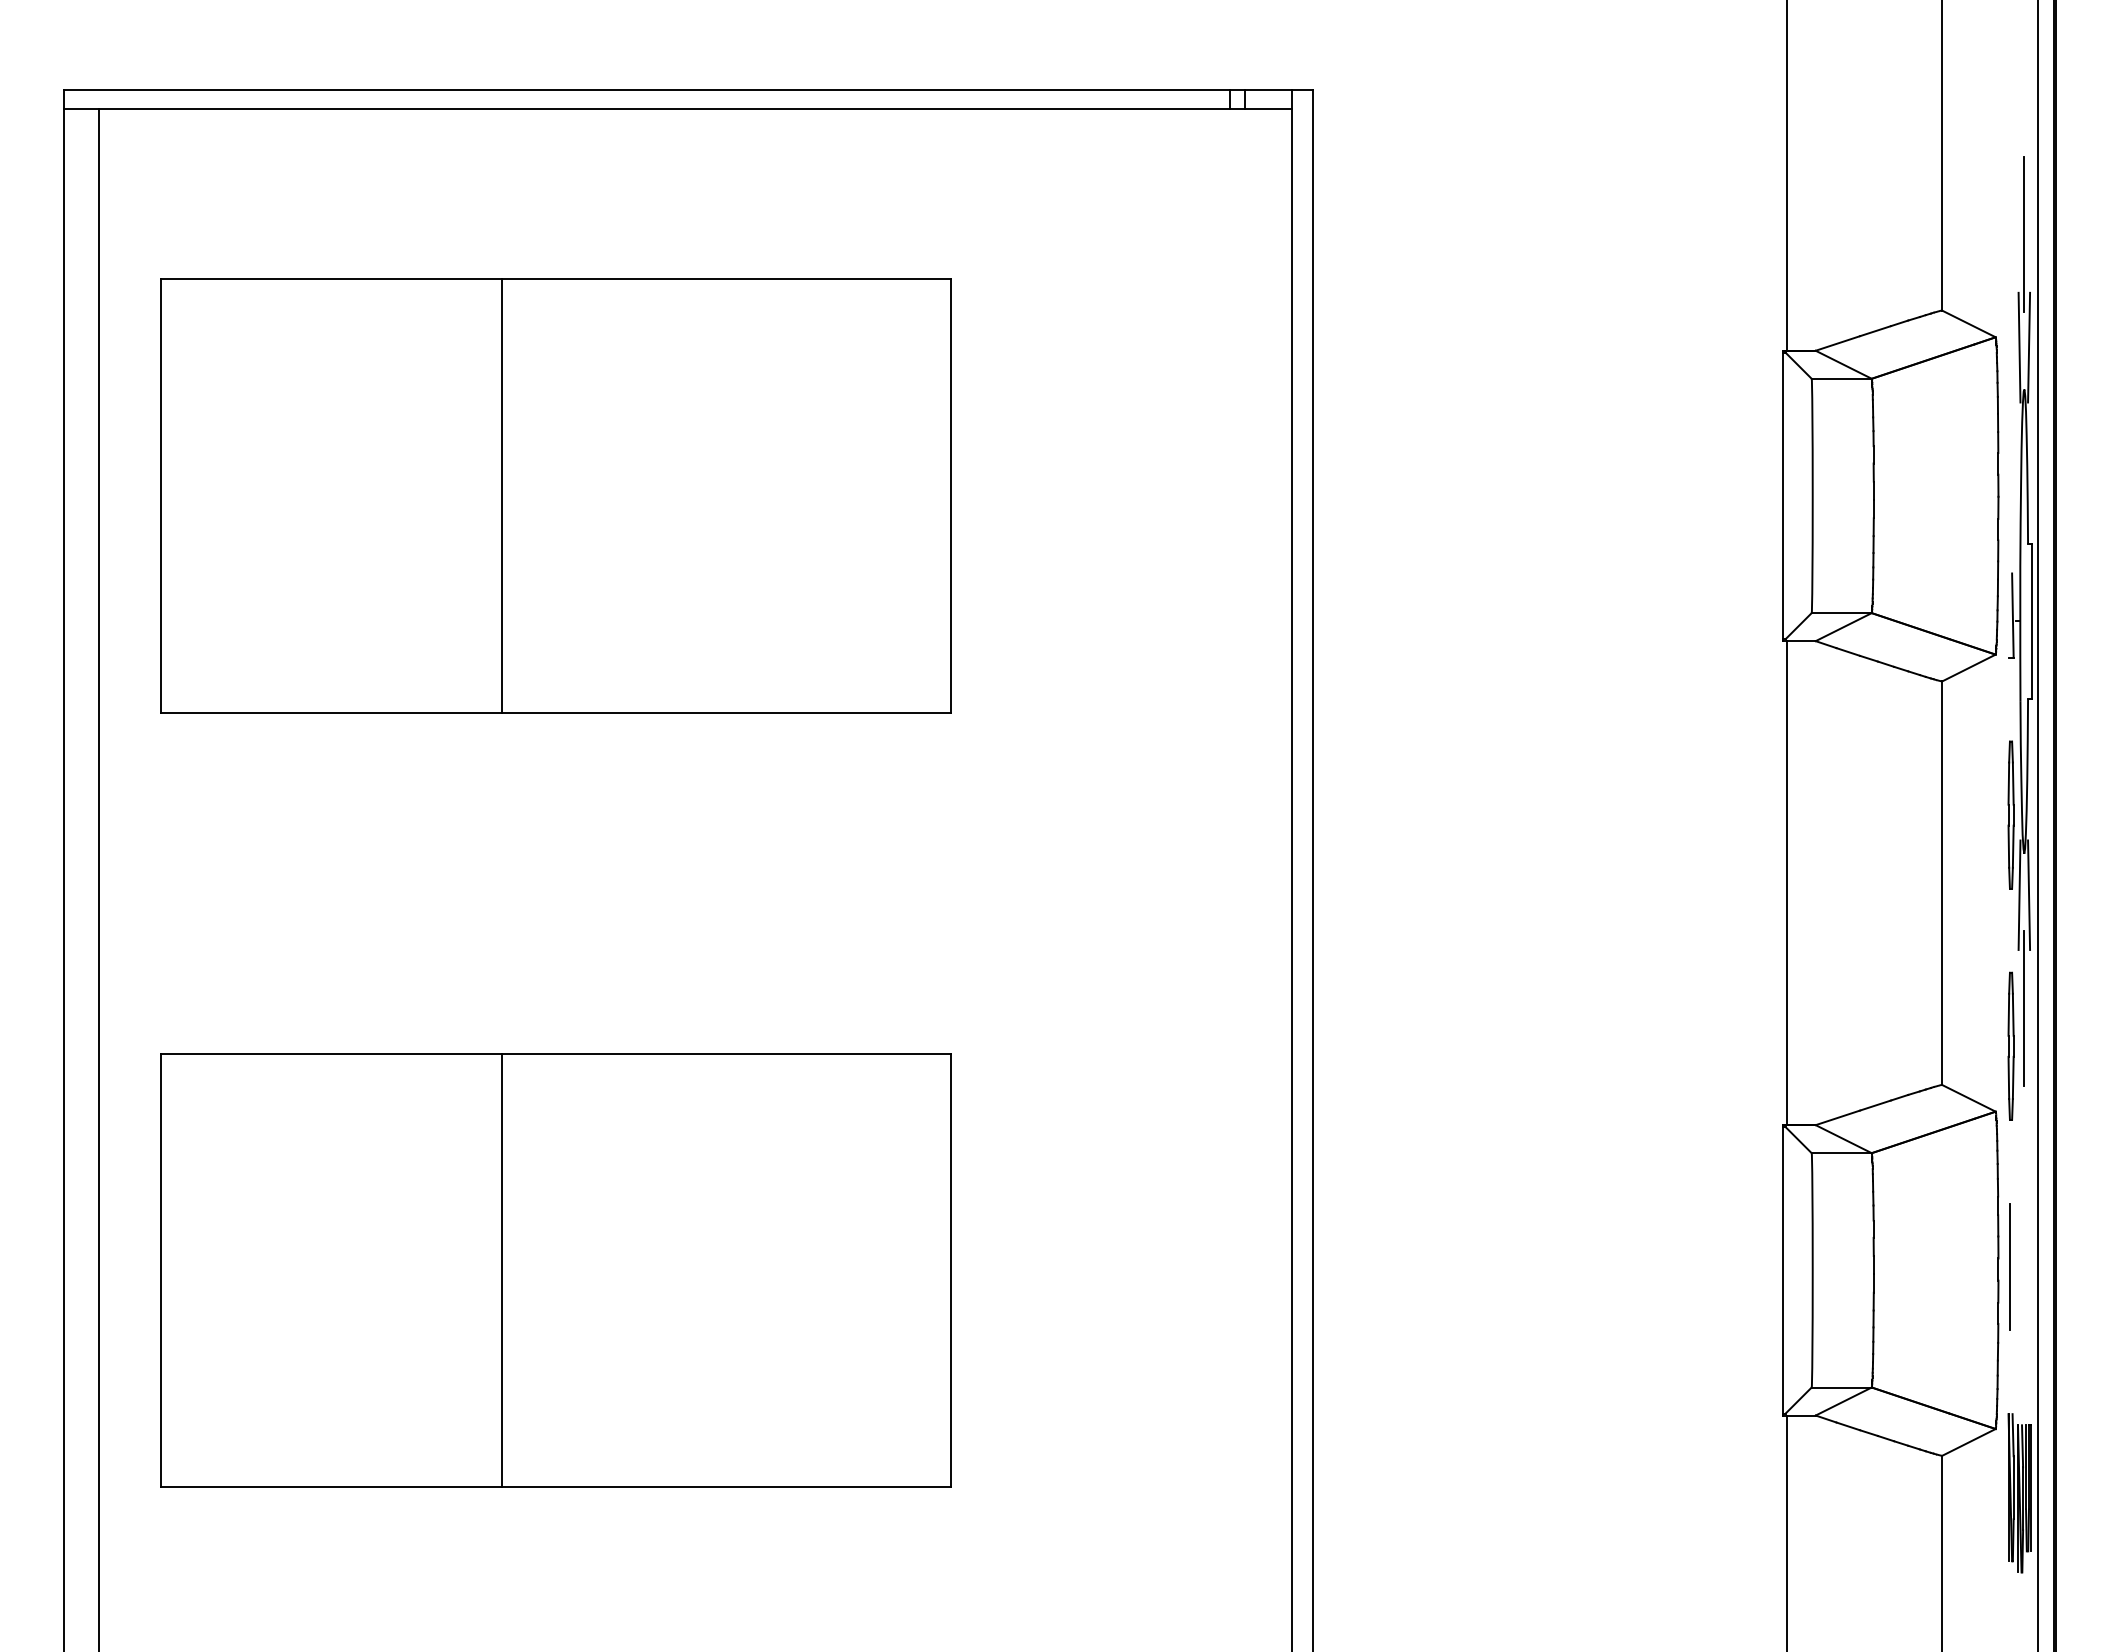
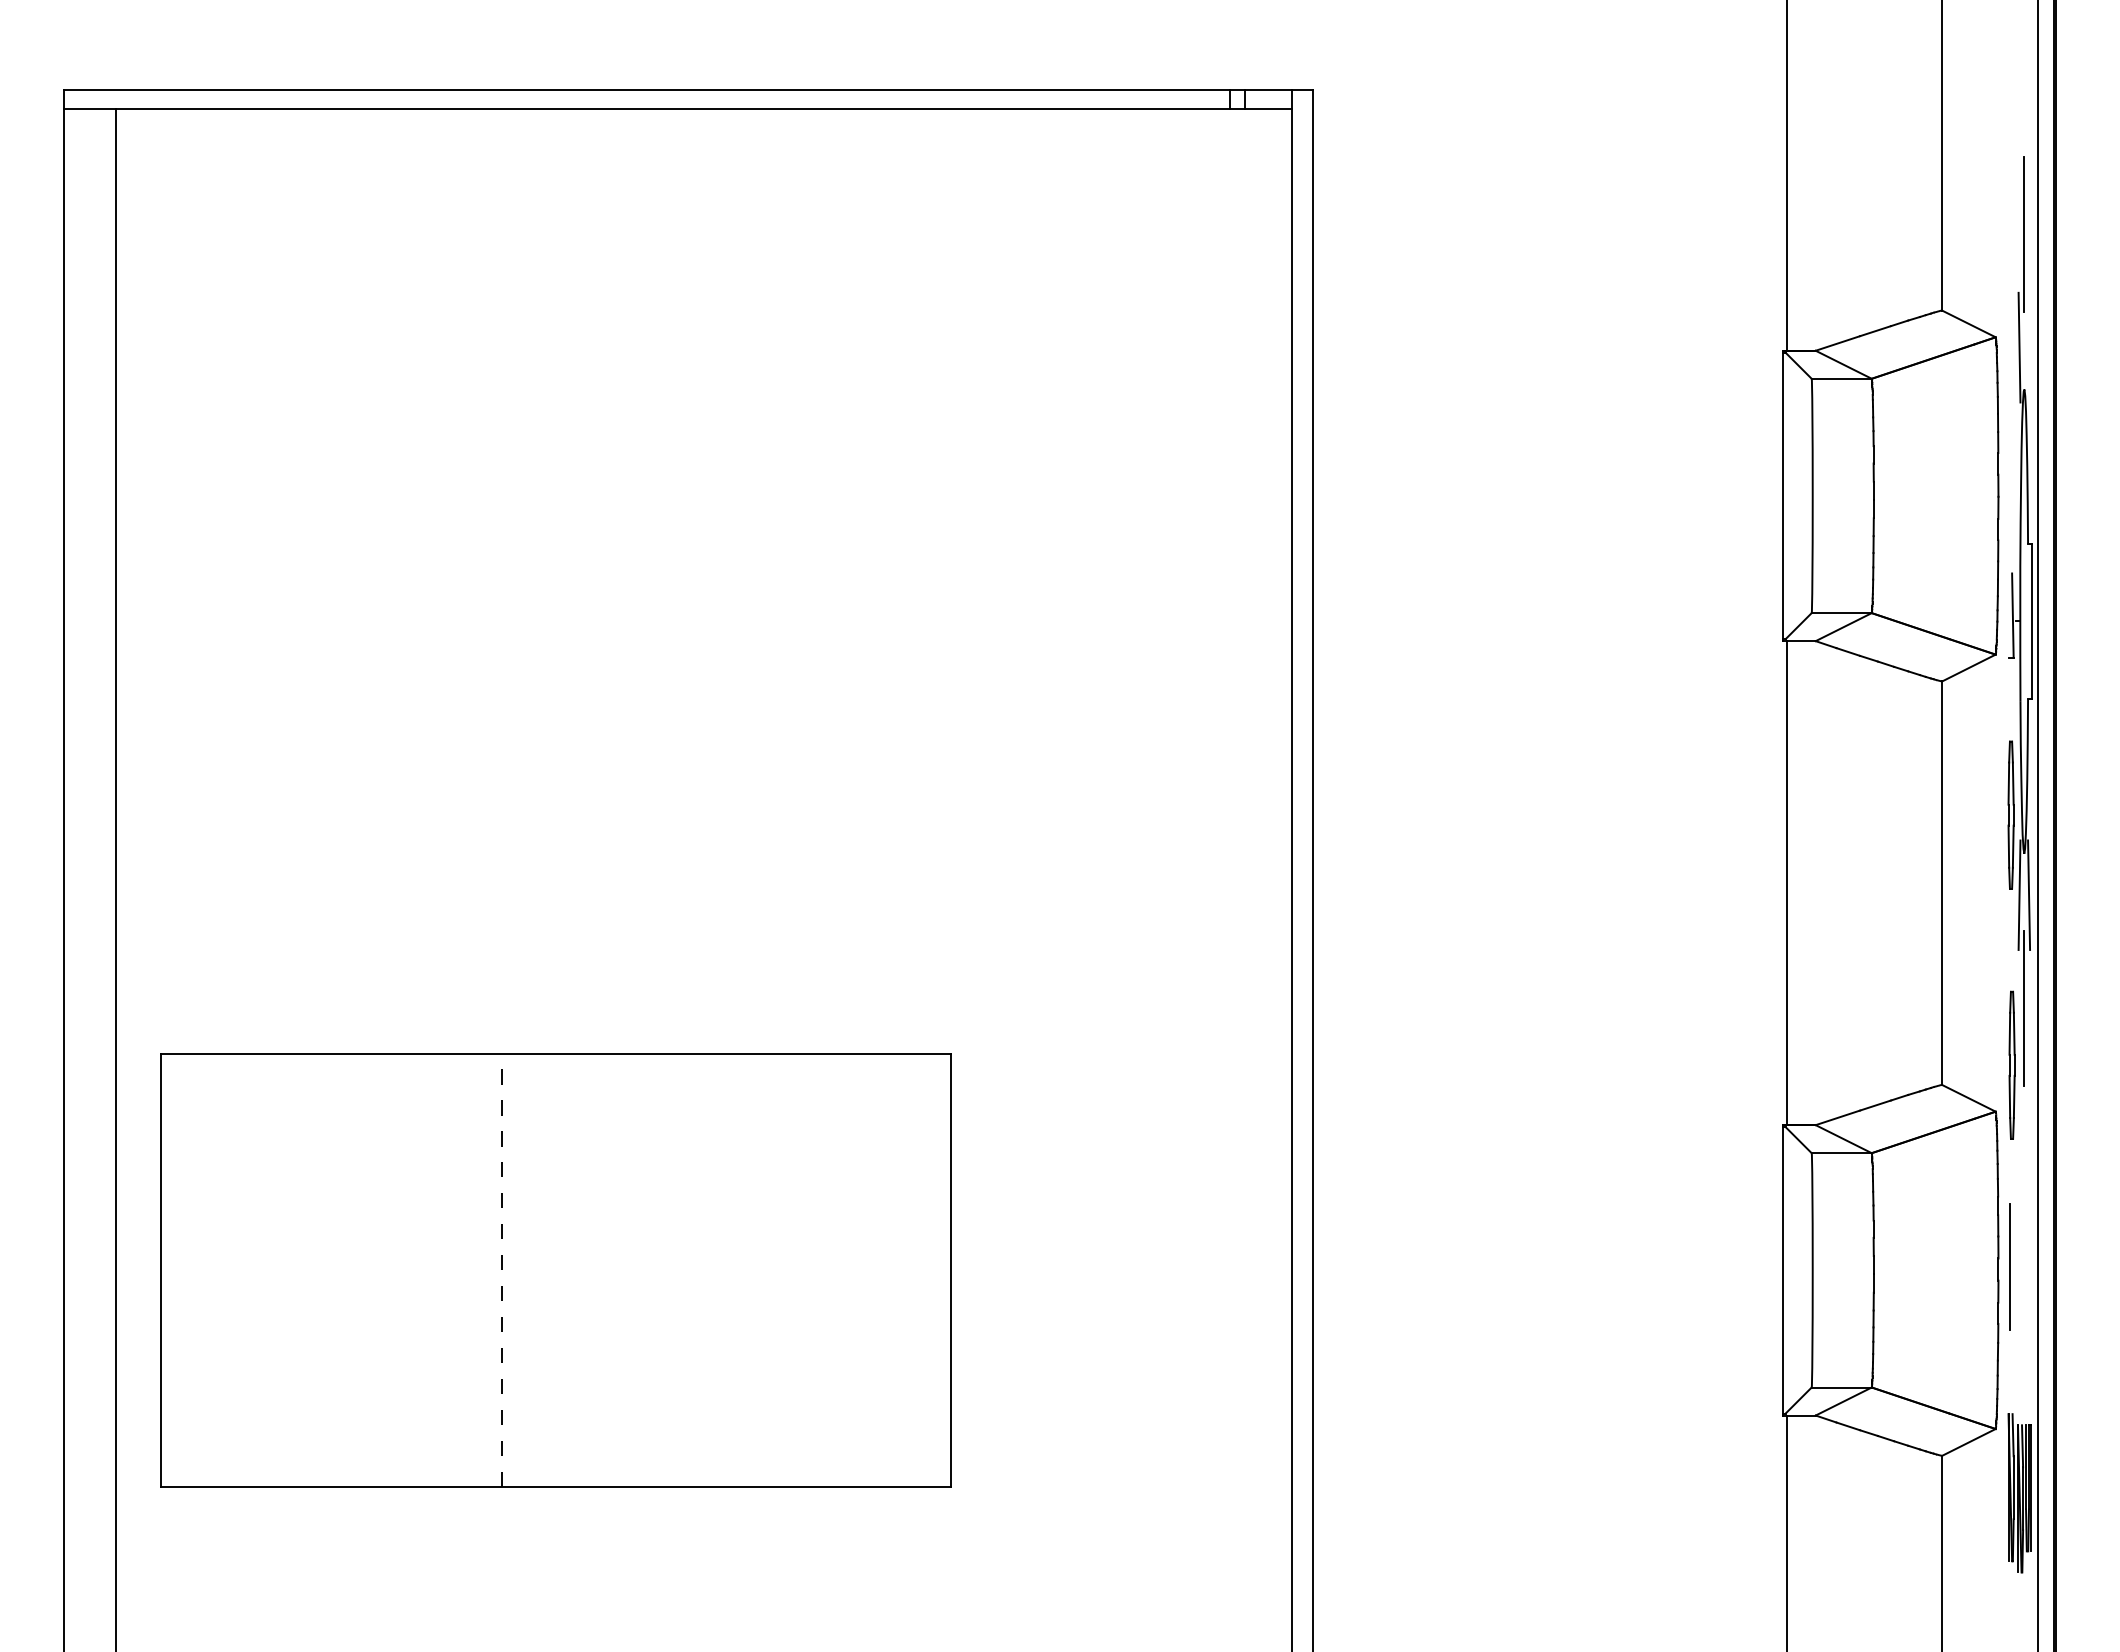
line at (2029, 347): present -> none
part at (555, 495): present -> none
line at (99, 878) position: (99, 878) -> (116, 878)
part at (2010, 1045) position: (2010, 1045) -> (2011, 1064)
line at (502, 1270): solid -> dashed
